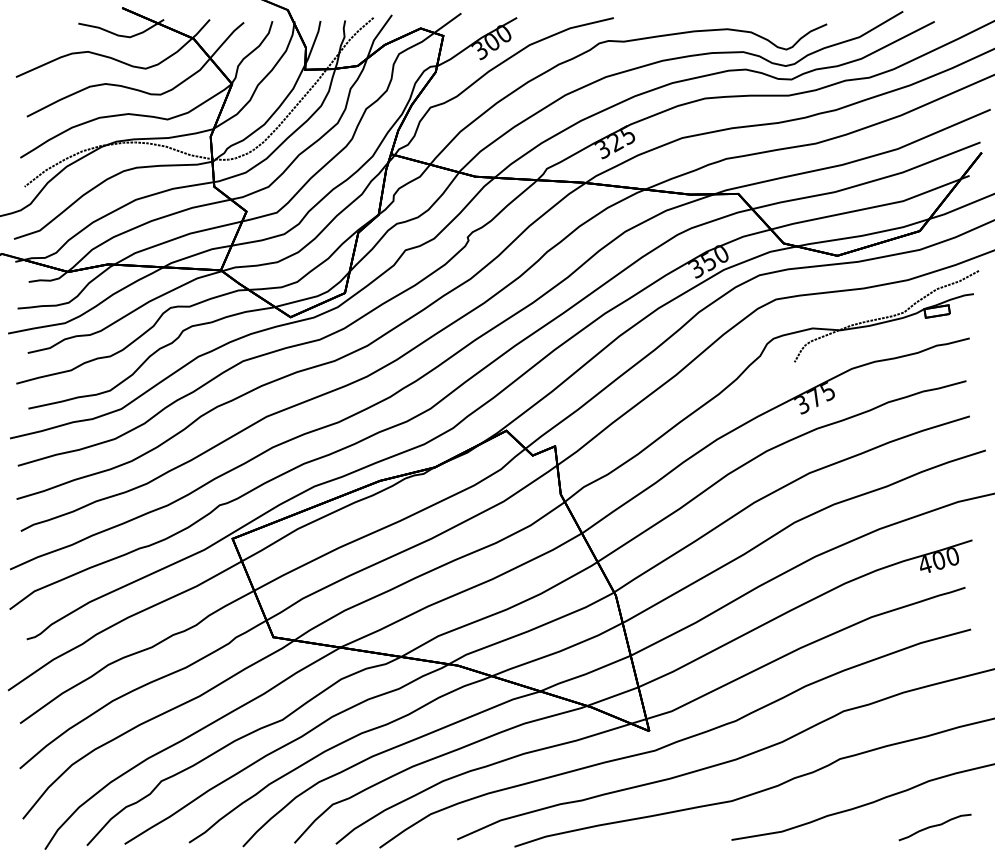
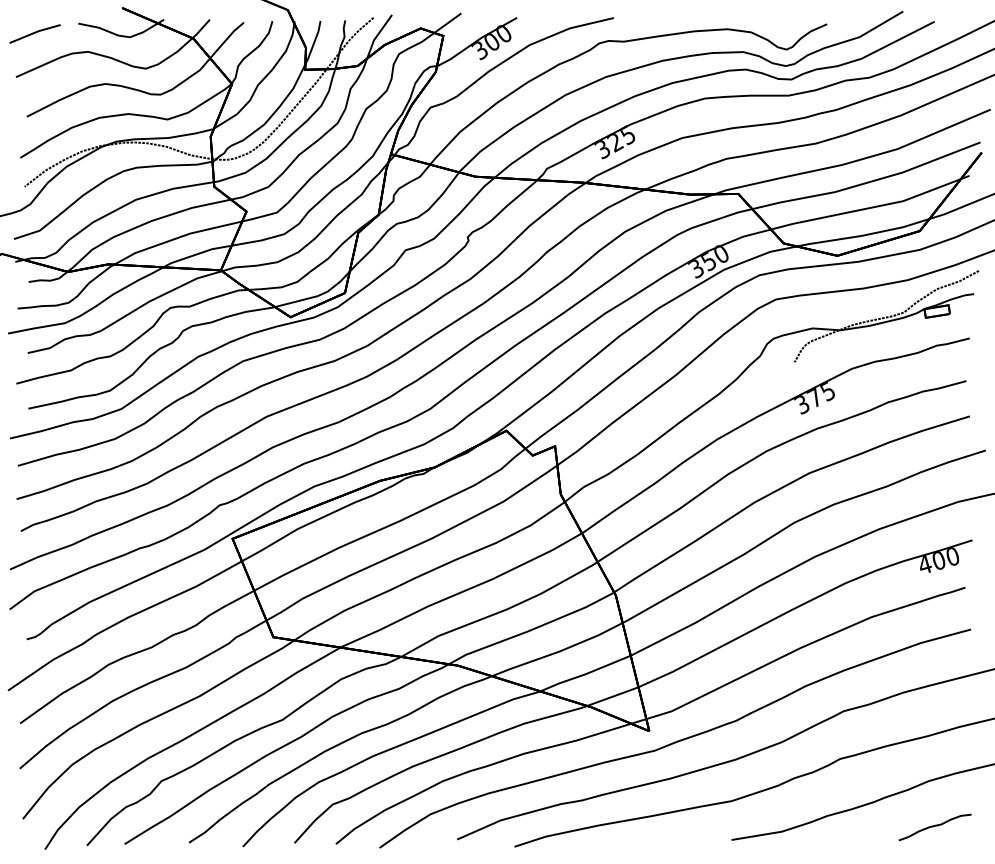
line at (34, 33): none -> present
